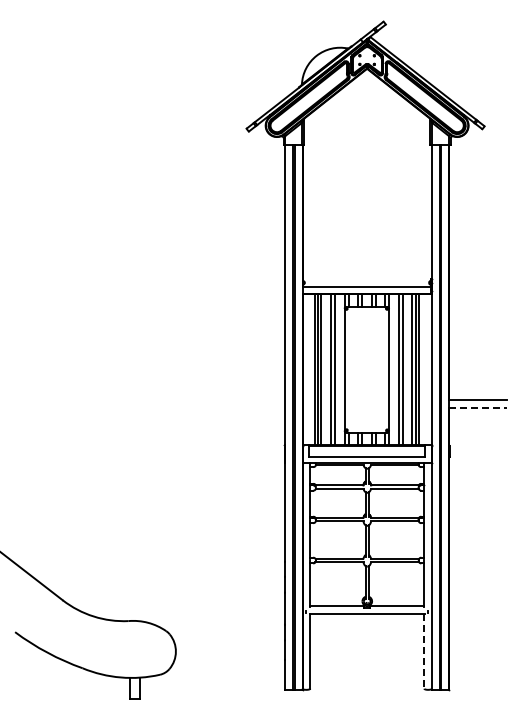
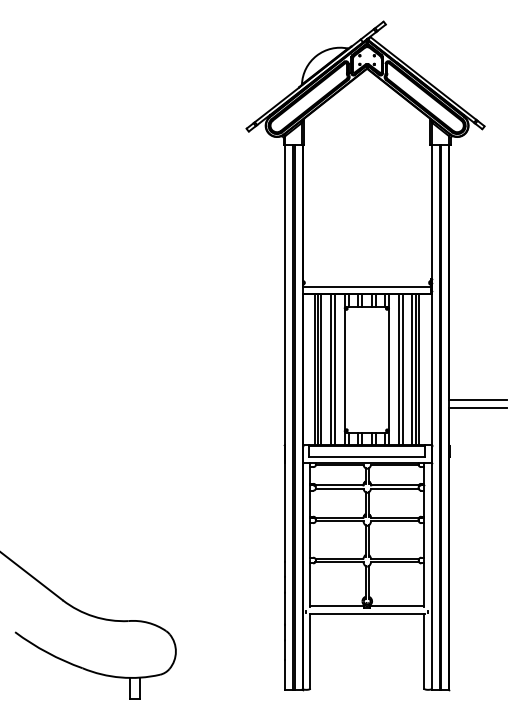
line at (478, 407): dashed -> solid
line at (424, 651): dashed -> solid
